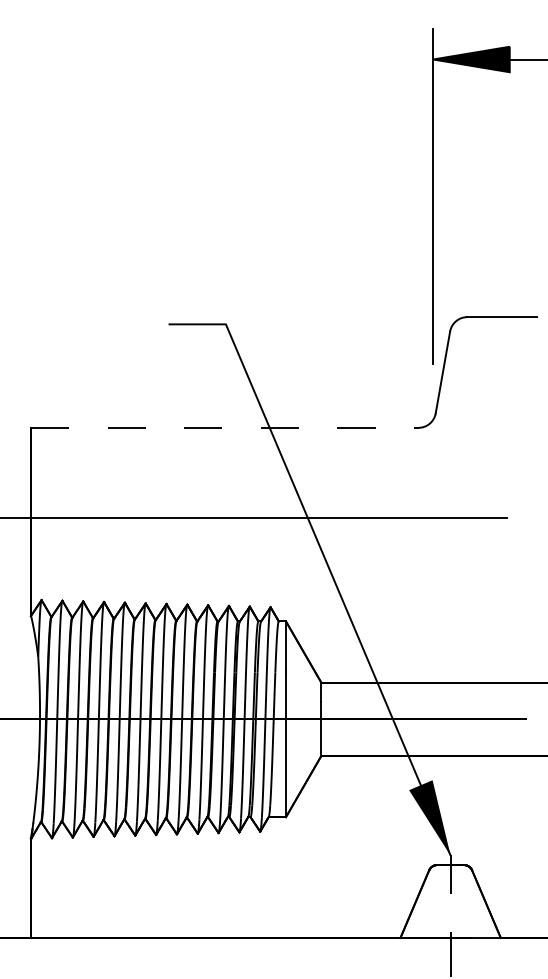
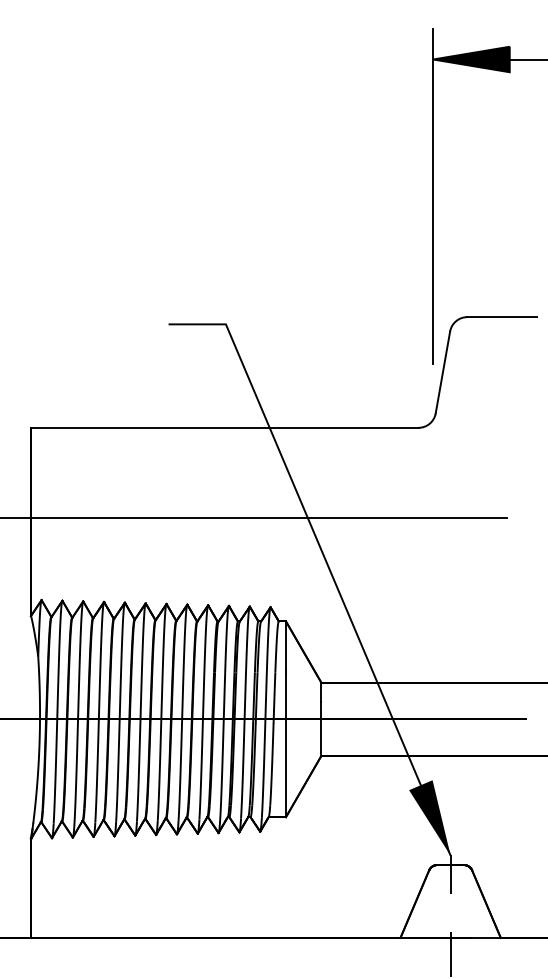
line at (224, 427): dashed -> solid
